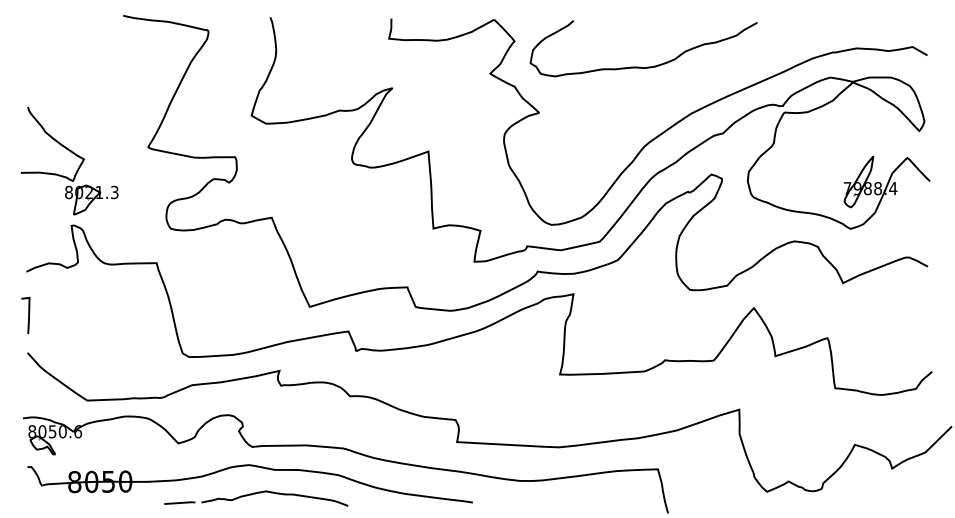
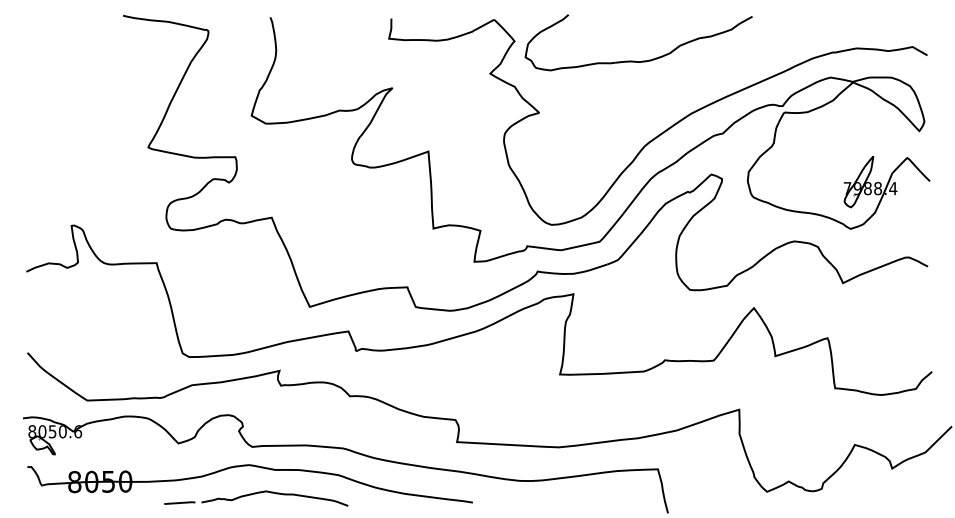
part at (640, 66) position: (640, 66) -> (635, 60)
part at (73, 154): present -> none
line at (28, 315): present -> none
